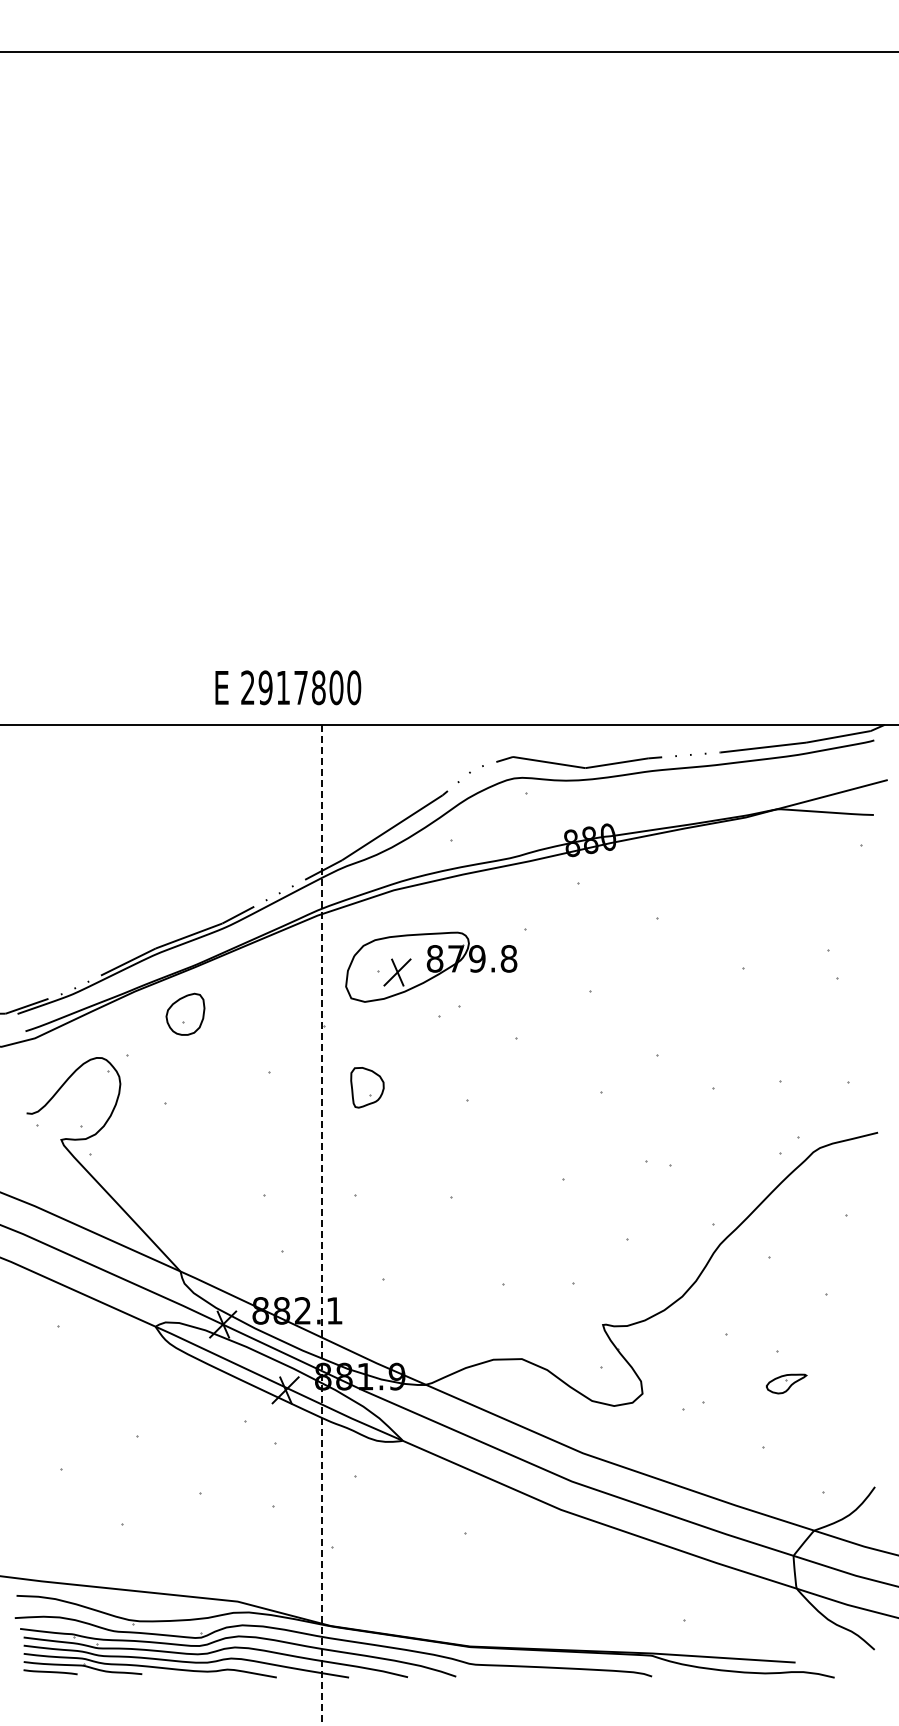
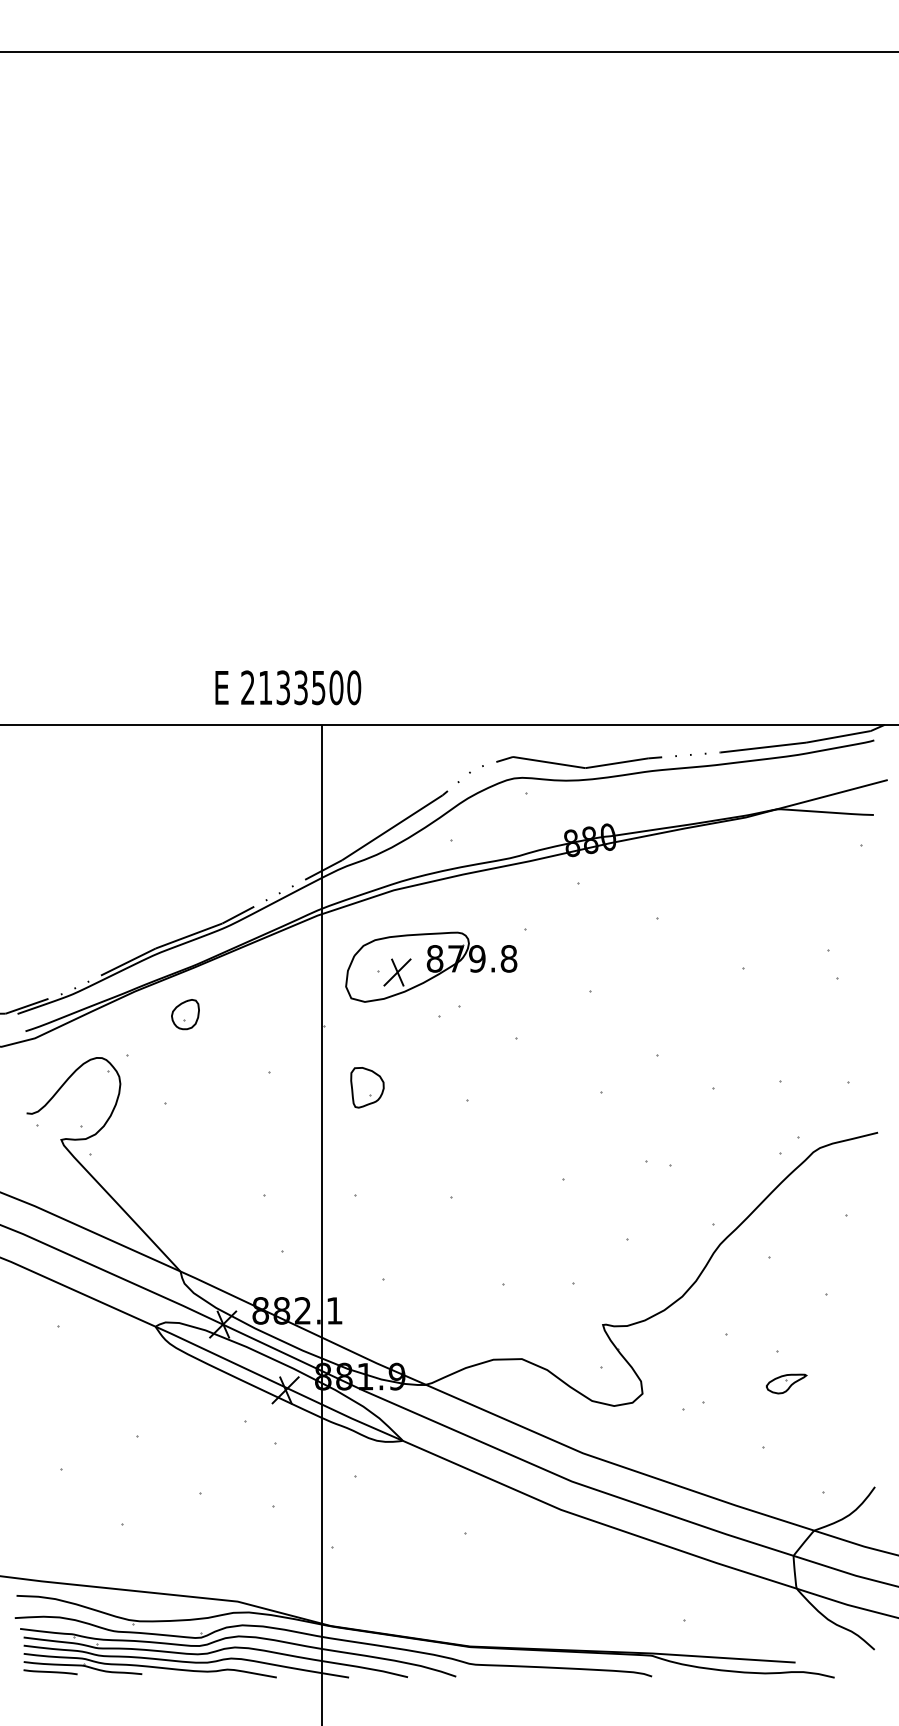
text at (291, 687): 2917800 -> 2133500
part at (185, 1013) size: 41x44 px -> 29x32 px
line at (321, 1225): dashed -> solid
